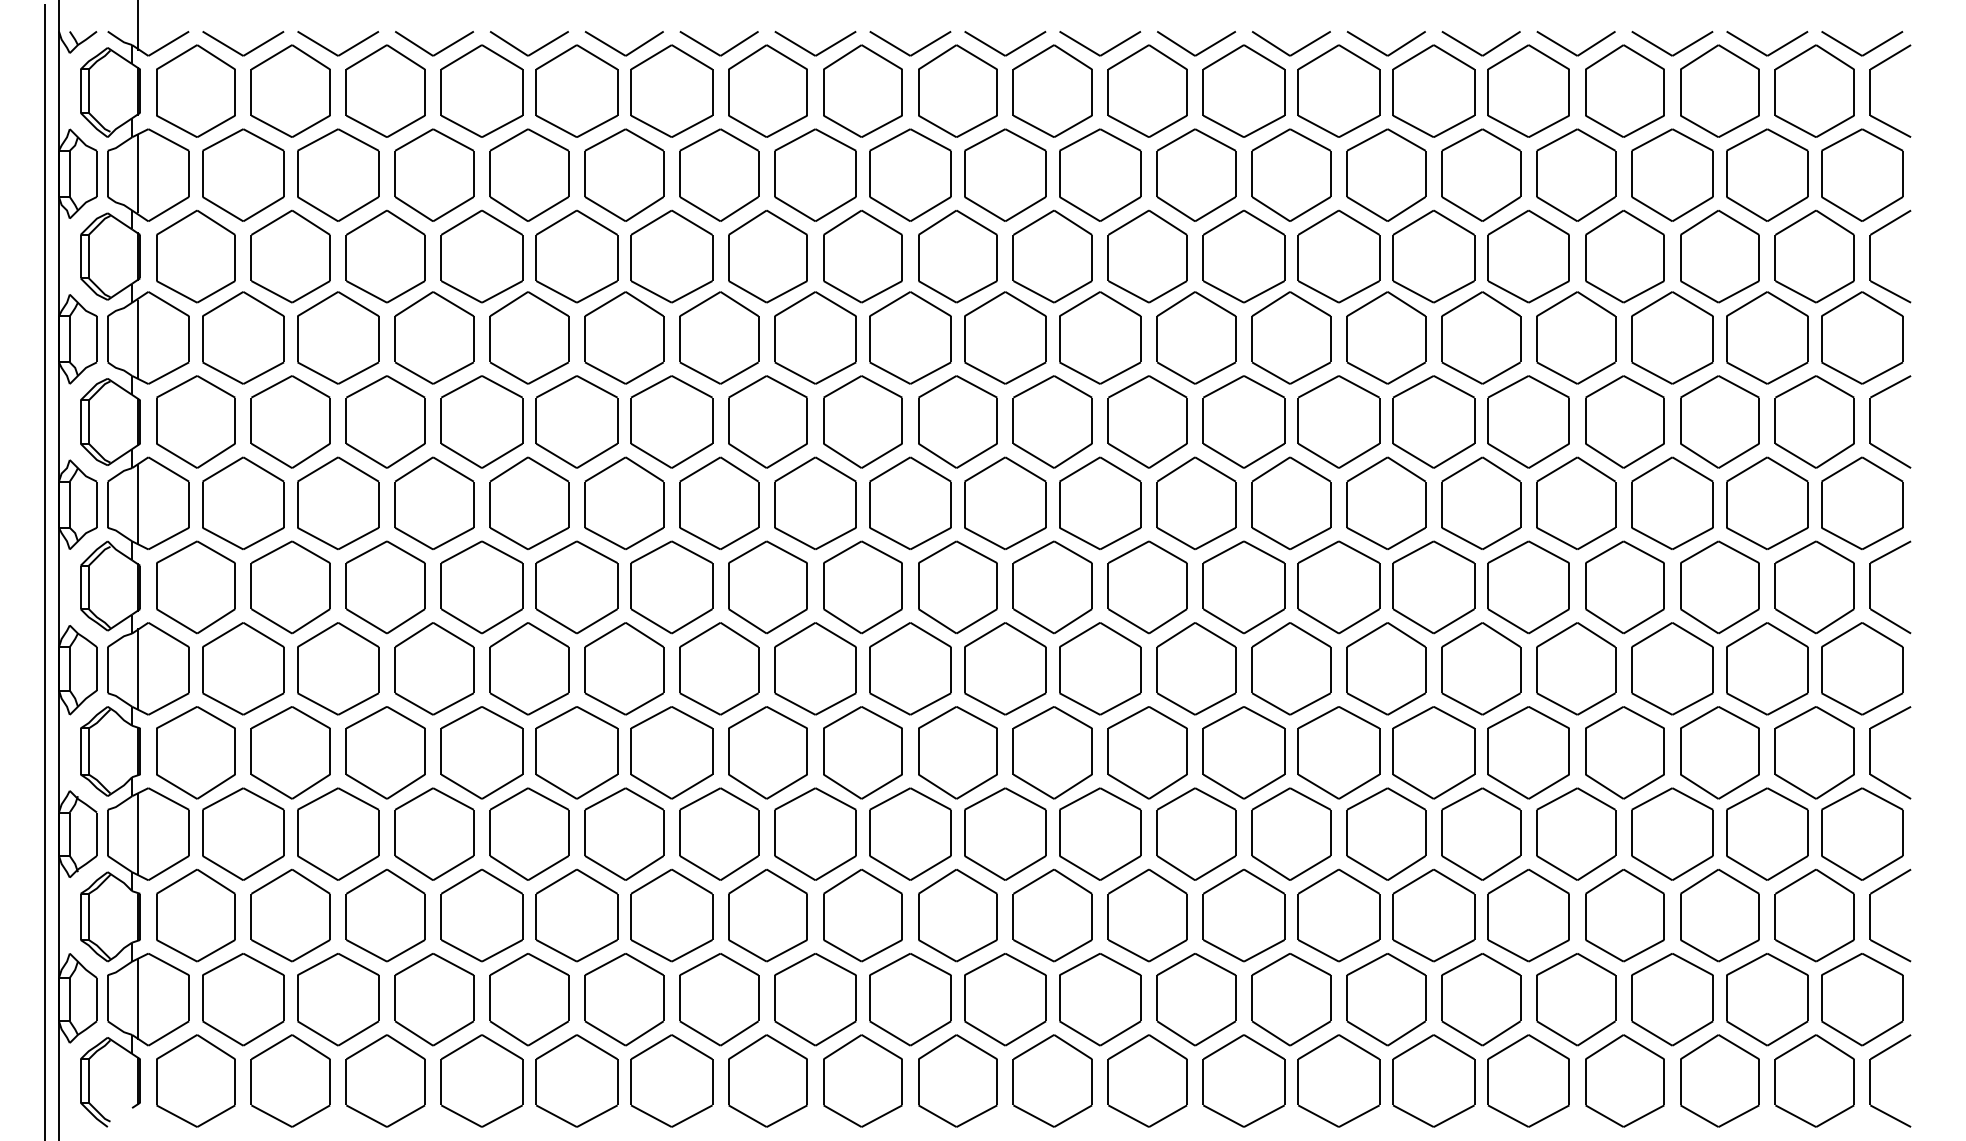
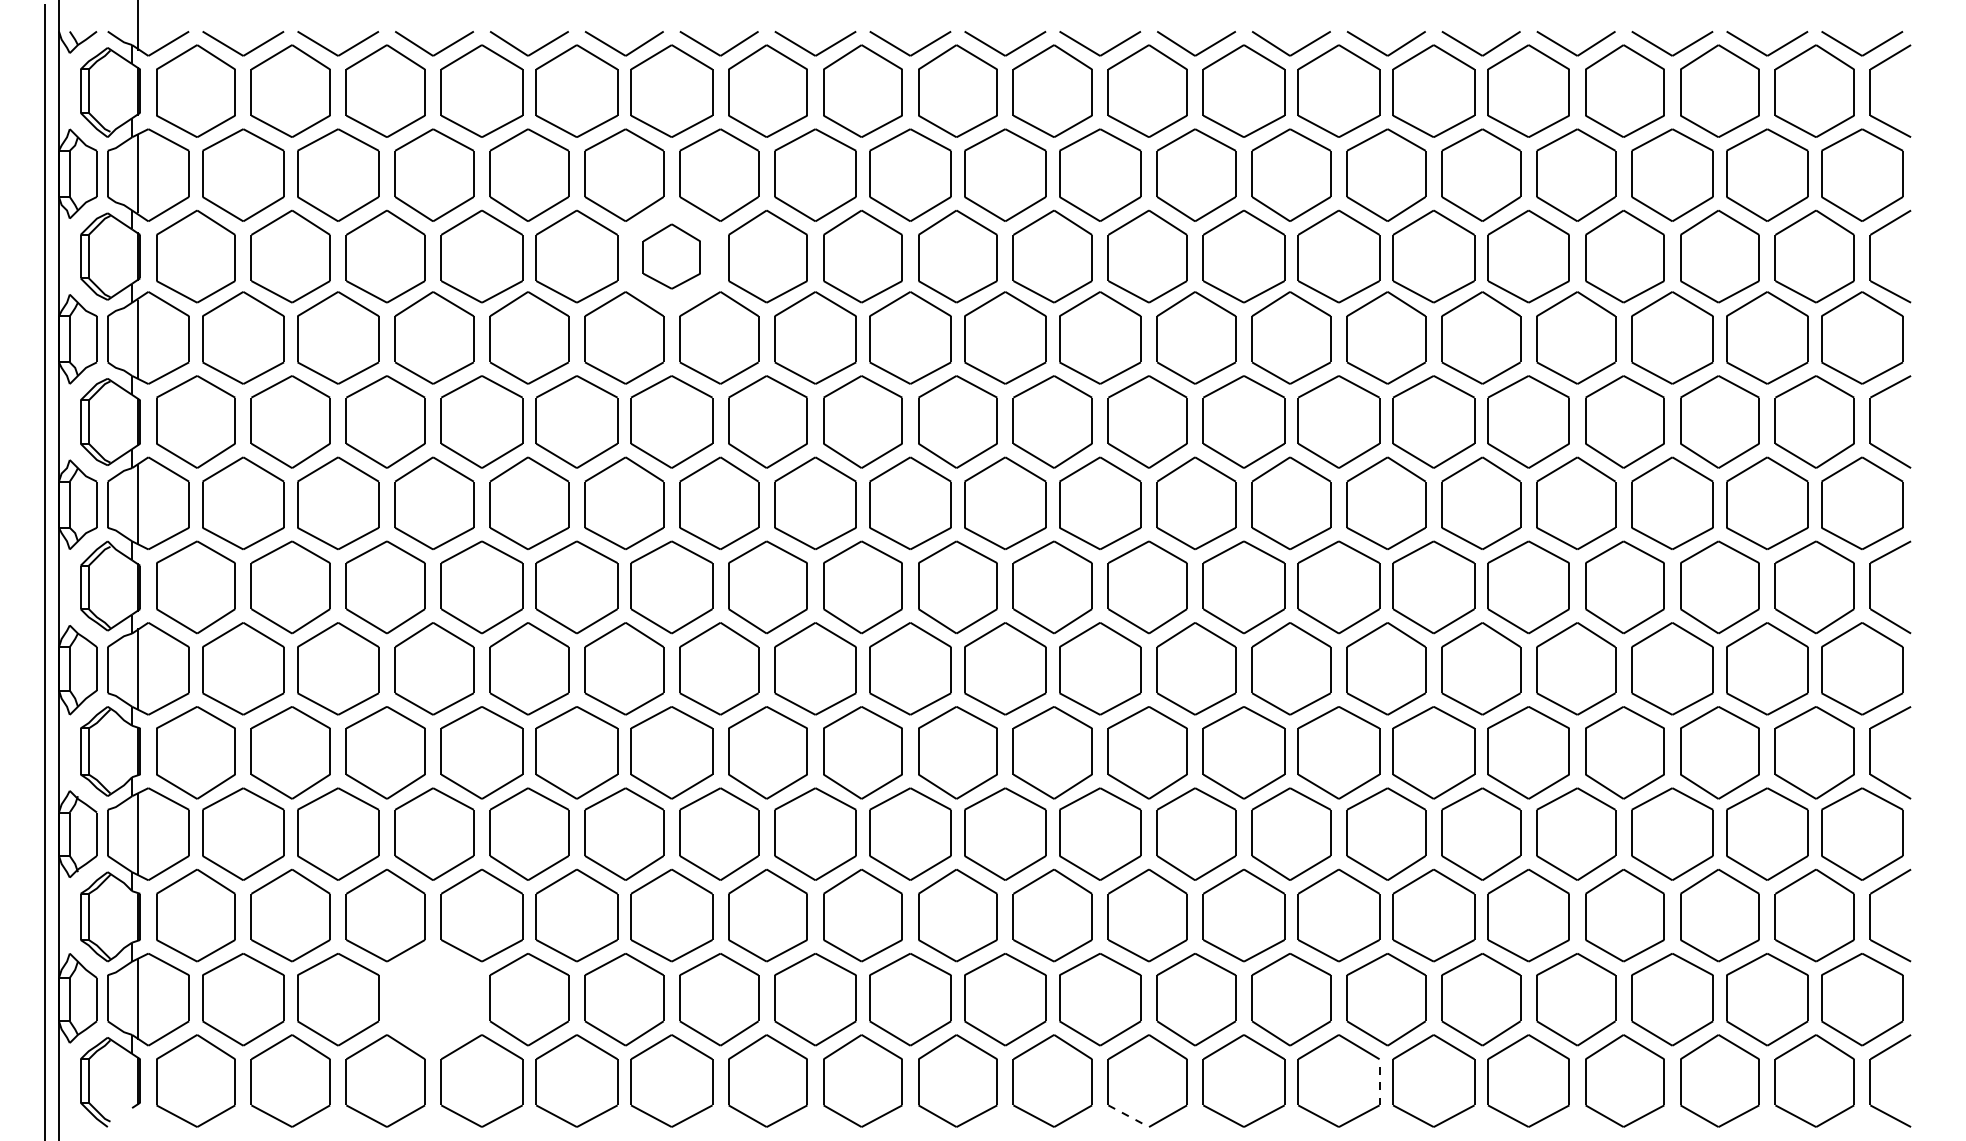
part at (671, 256) size: 84x95 px -> 59x67 px
part at (434, 999): present -> none
line at (1379, 1081): solid -> dashed
line at (1129, 1116): solid -> dashed
